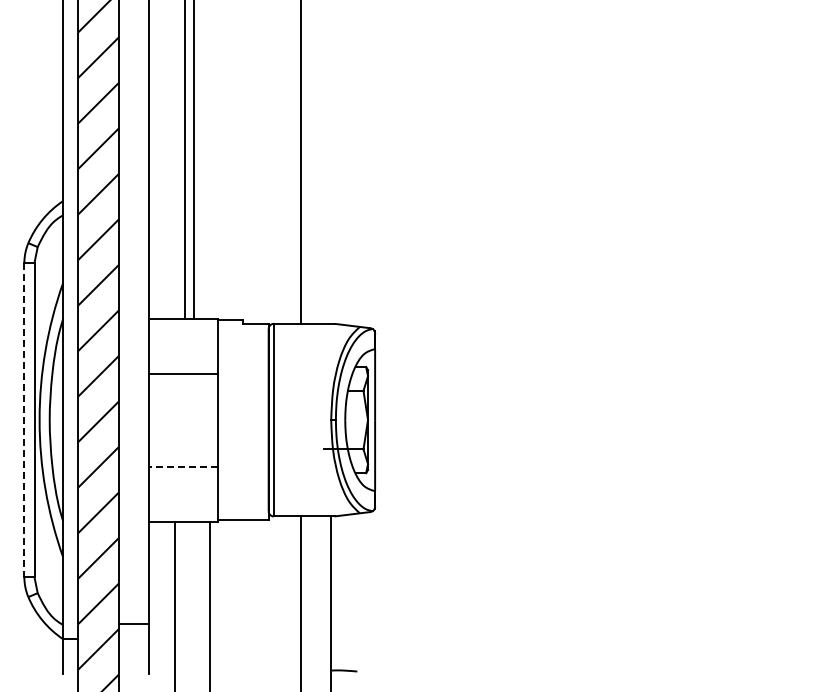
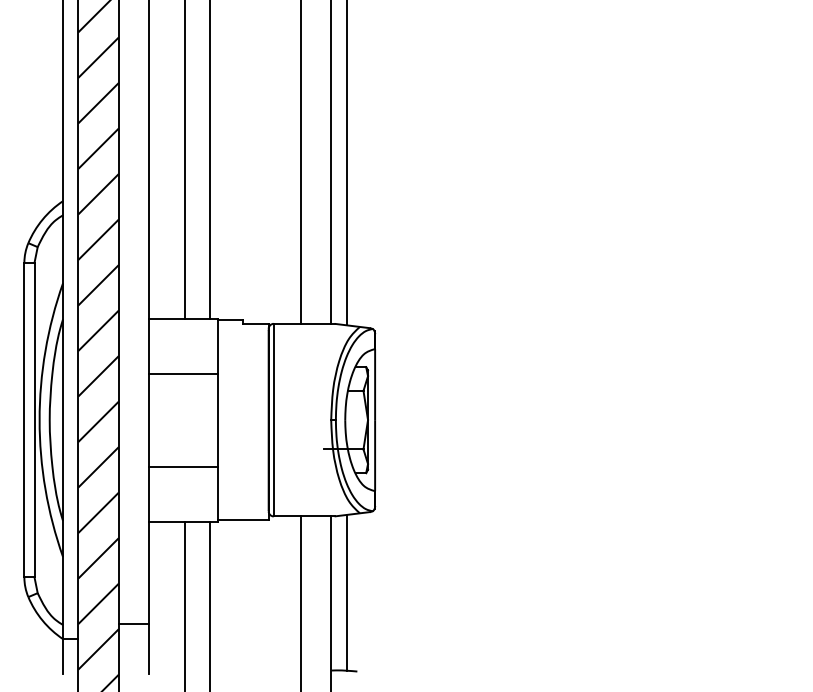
line at (194, 160) position: (194, 160) -> (210, 160)
line at (331, 162): none -> present
line at (346, 163): none -> present
line at (24, 420): dashed -> solid
line at (183, 466): dashed -> solid
line at (346, 592): none -> present
line at (174, 604) position: (174, 604) -> (184, 604)
